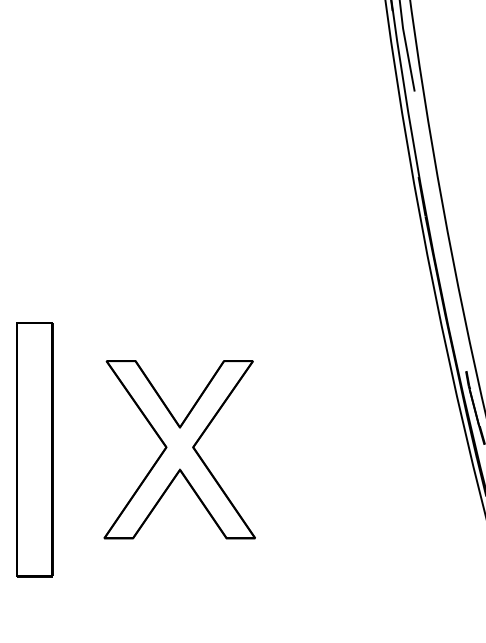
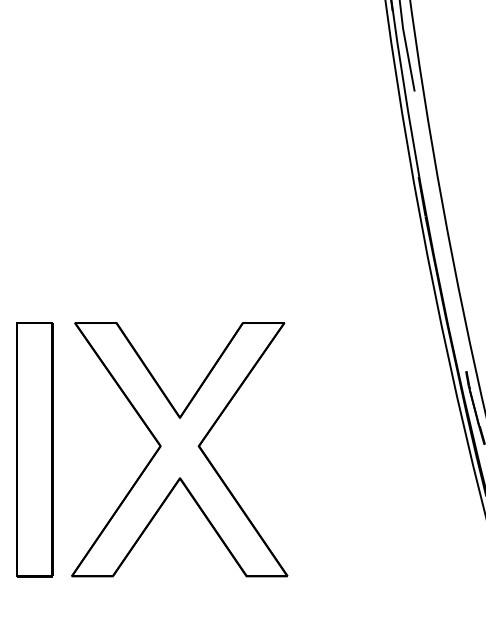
part at (179, 449) size: 153x180 px -> 218x256 px
